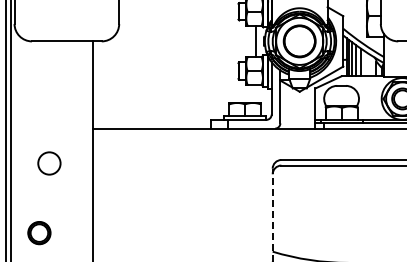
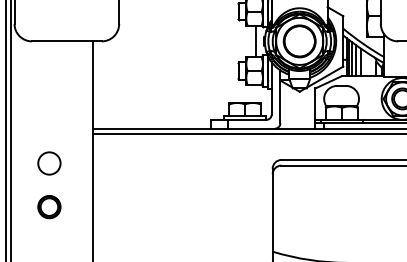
line at (248, 133): none -> present
line at (272, 214): dashed -> solid
part at (39, 233) position: (39, 233) -> (49, 207)
